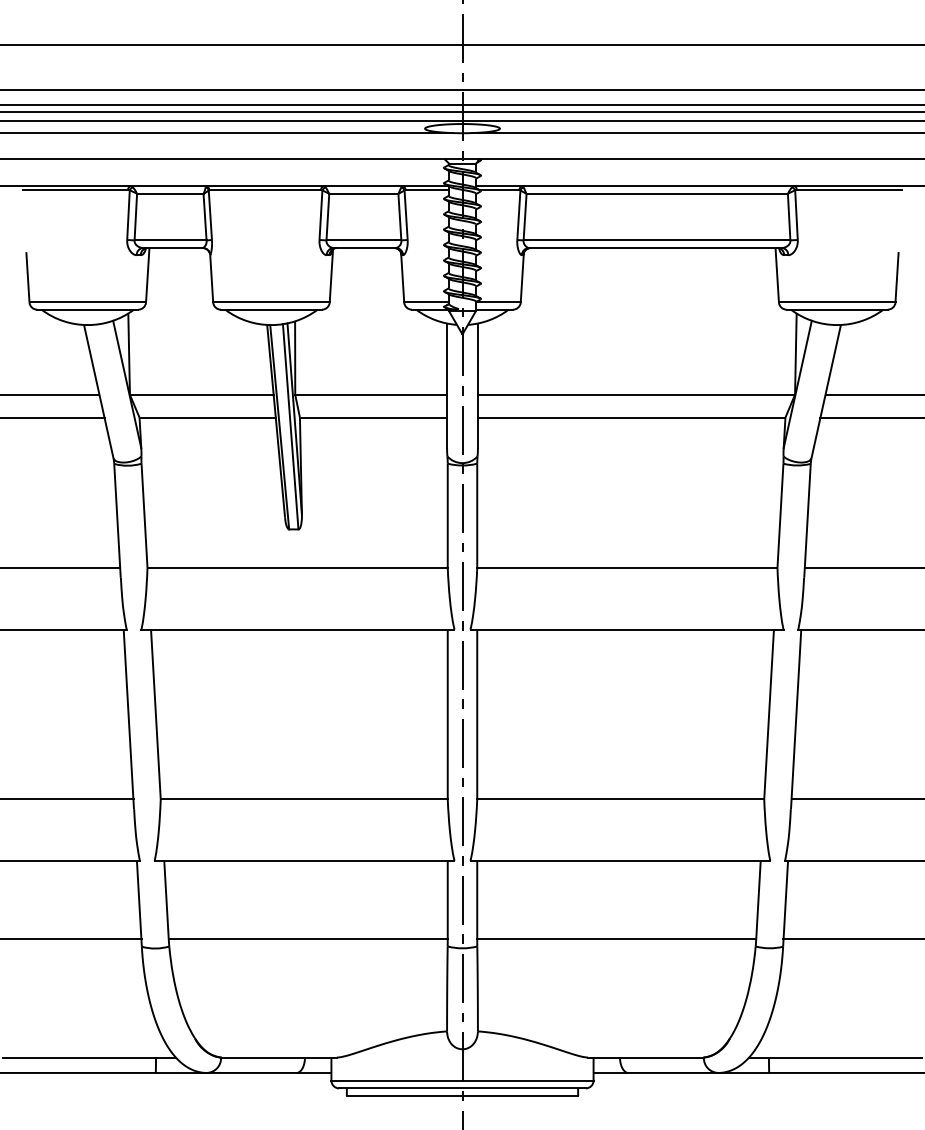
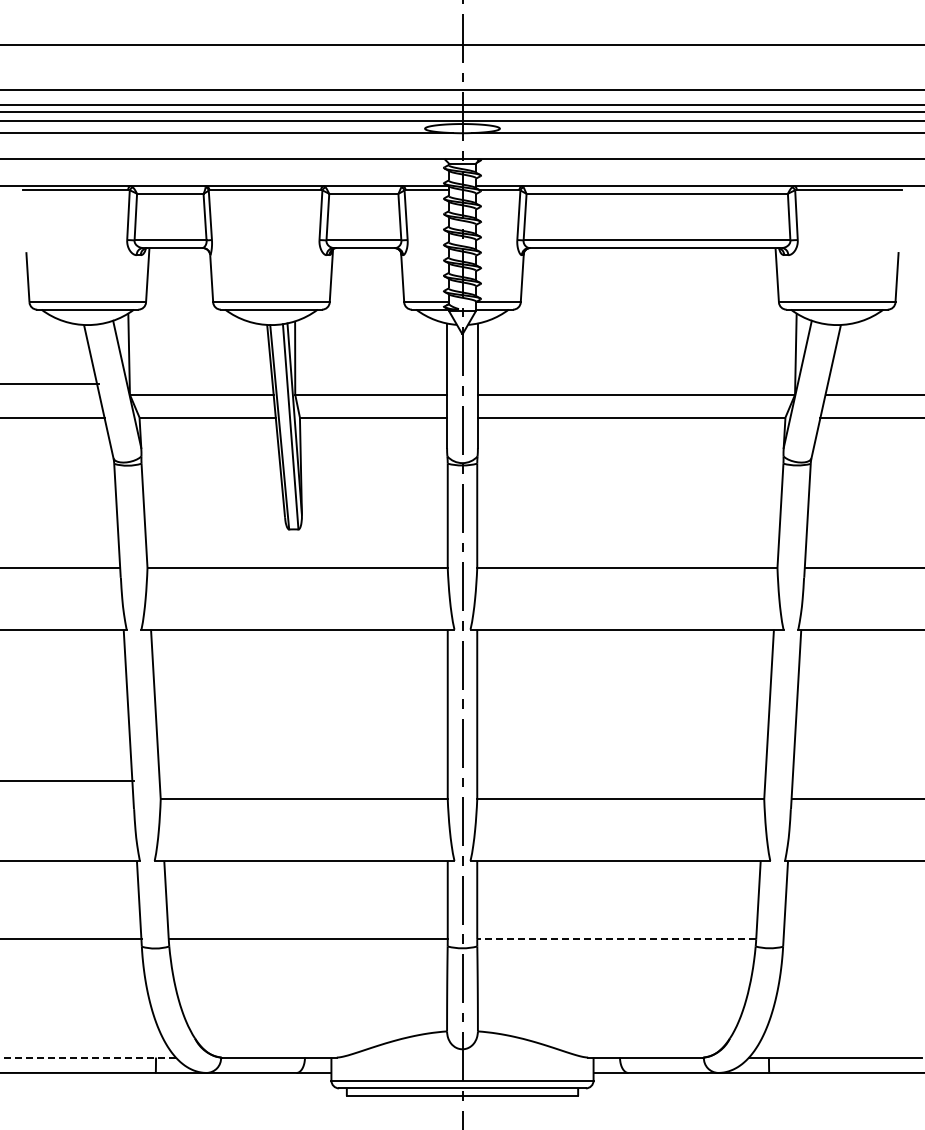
line at (50, 394) position: (50, 394) -> (50, 383)
line at (67, 799) position: (67, 799) -> (67, 781)
line at (616, 939): solid -> dashed
line at (852, 939): present -> none
line at (89, 1057): solid -> dashed
